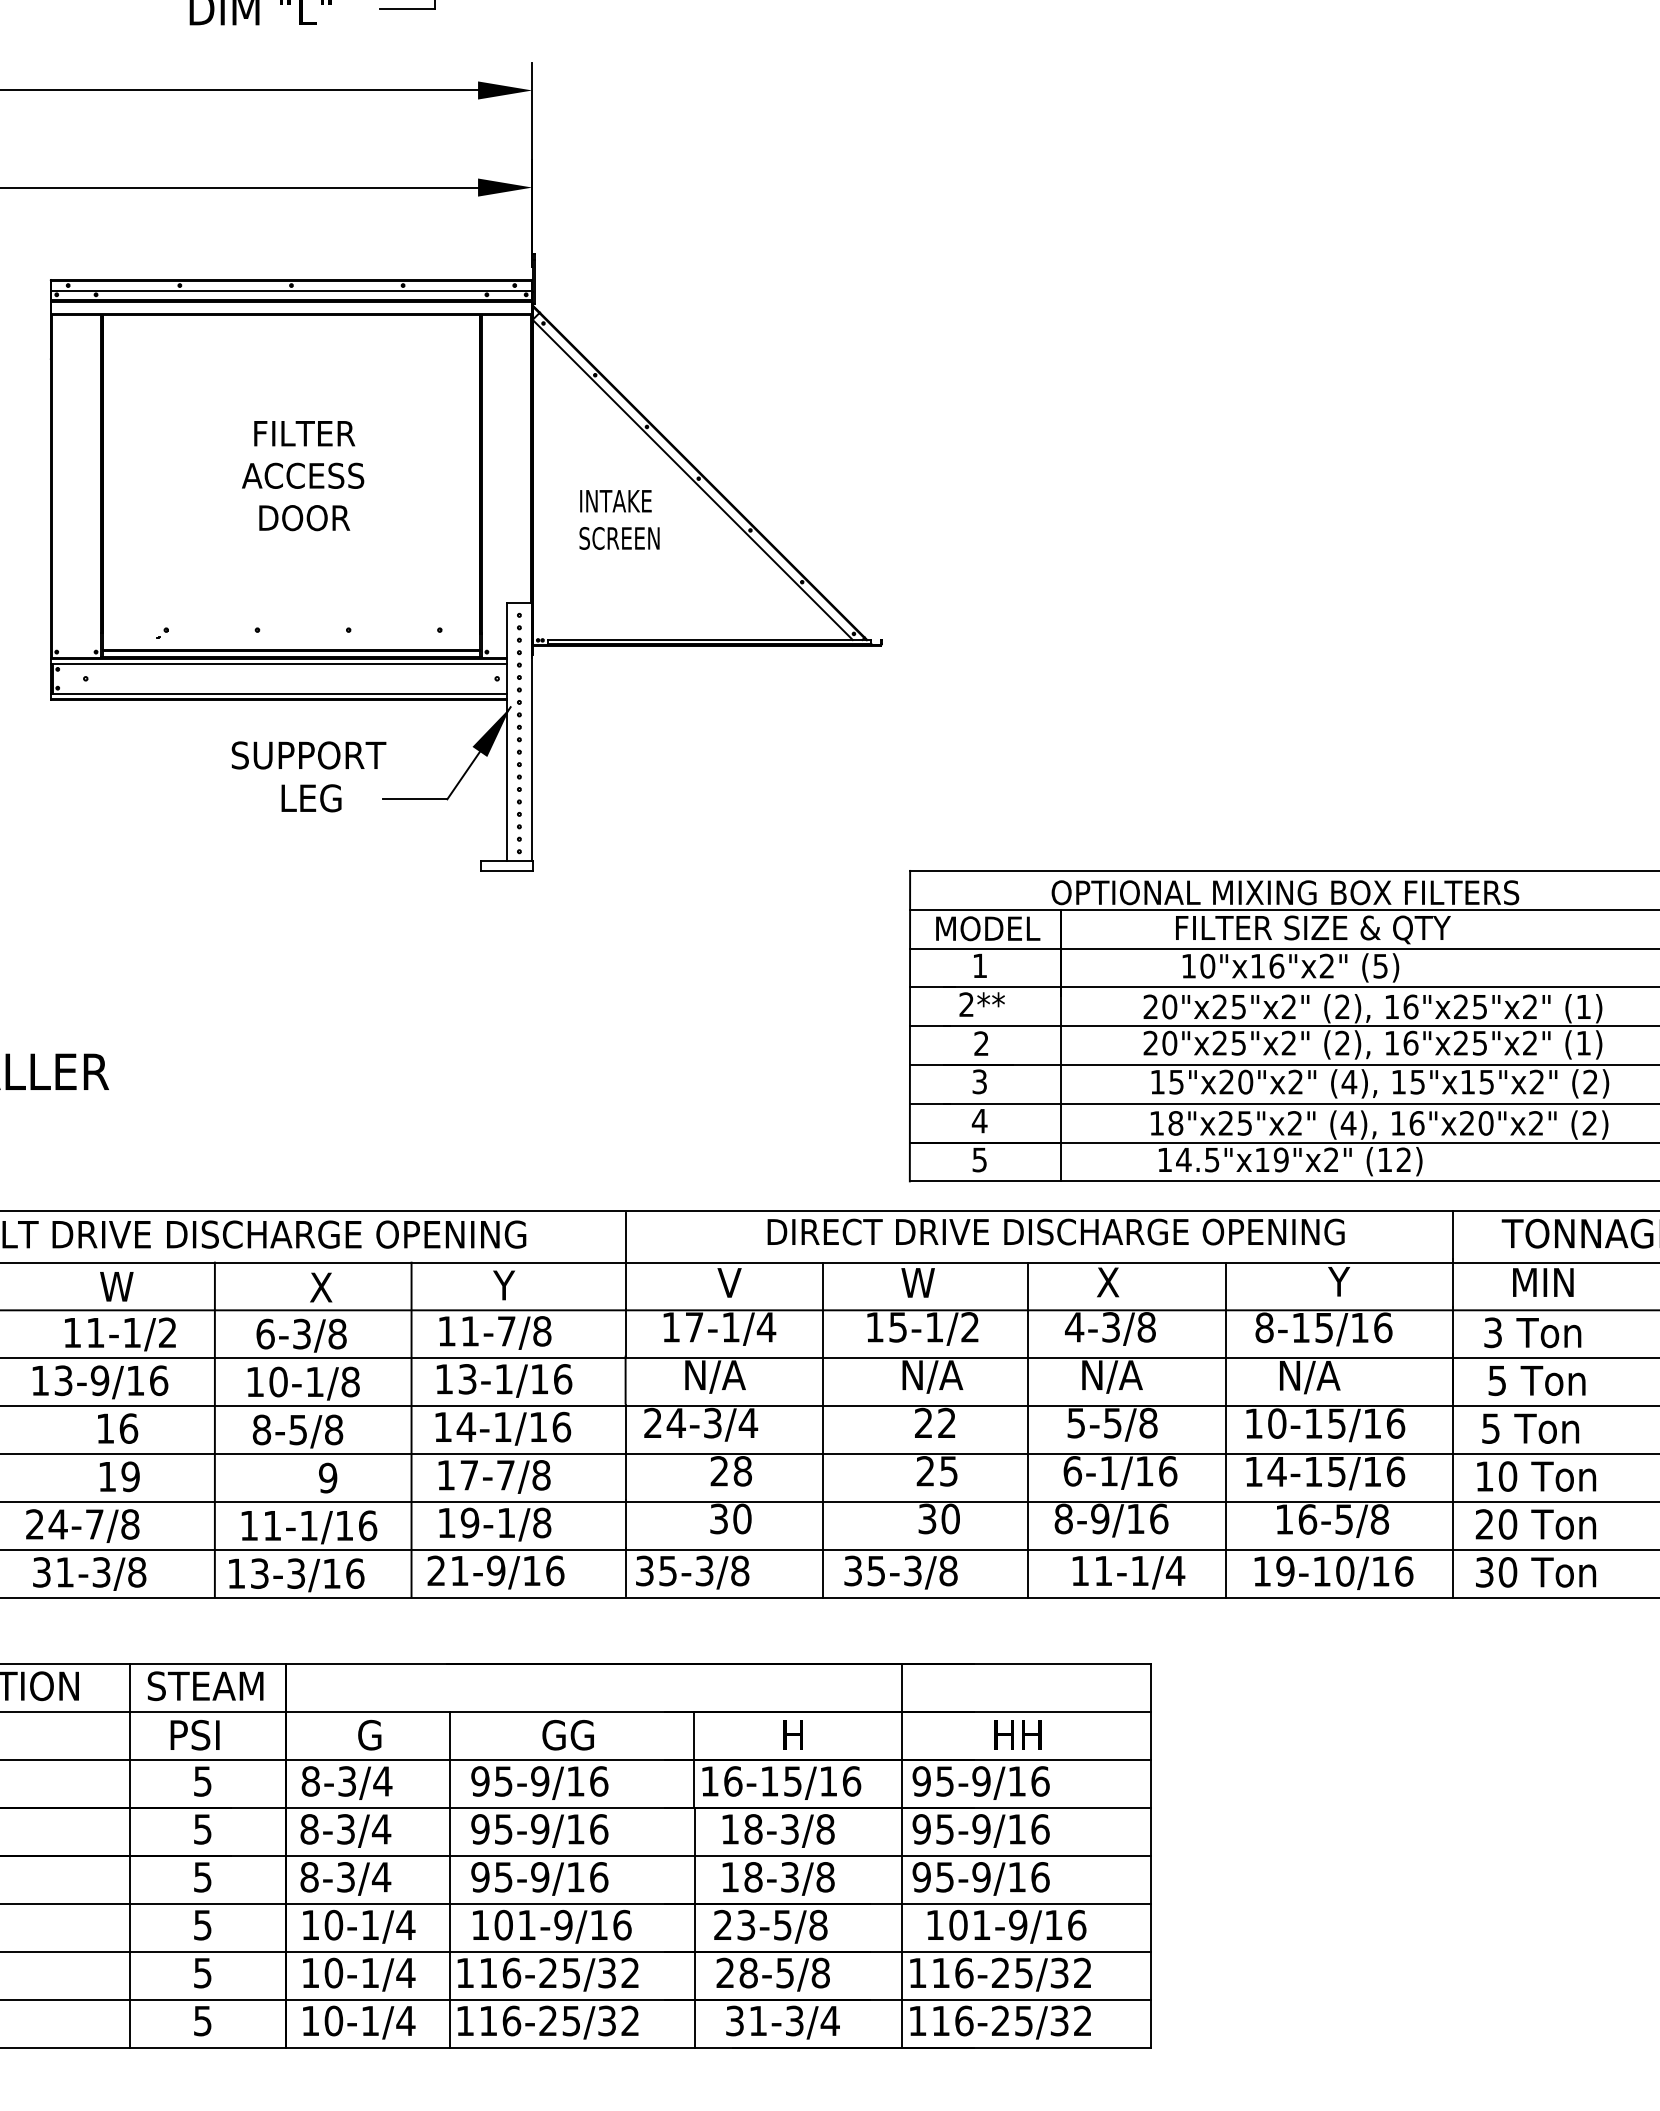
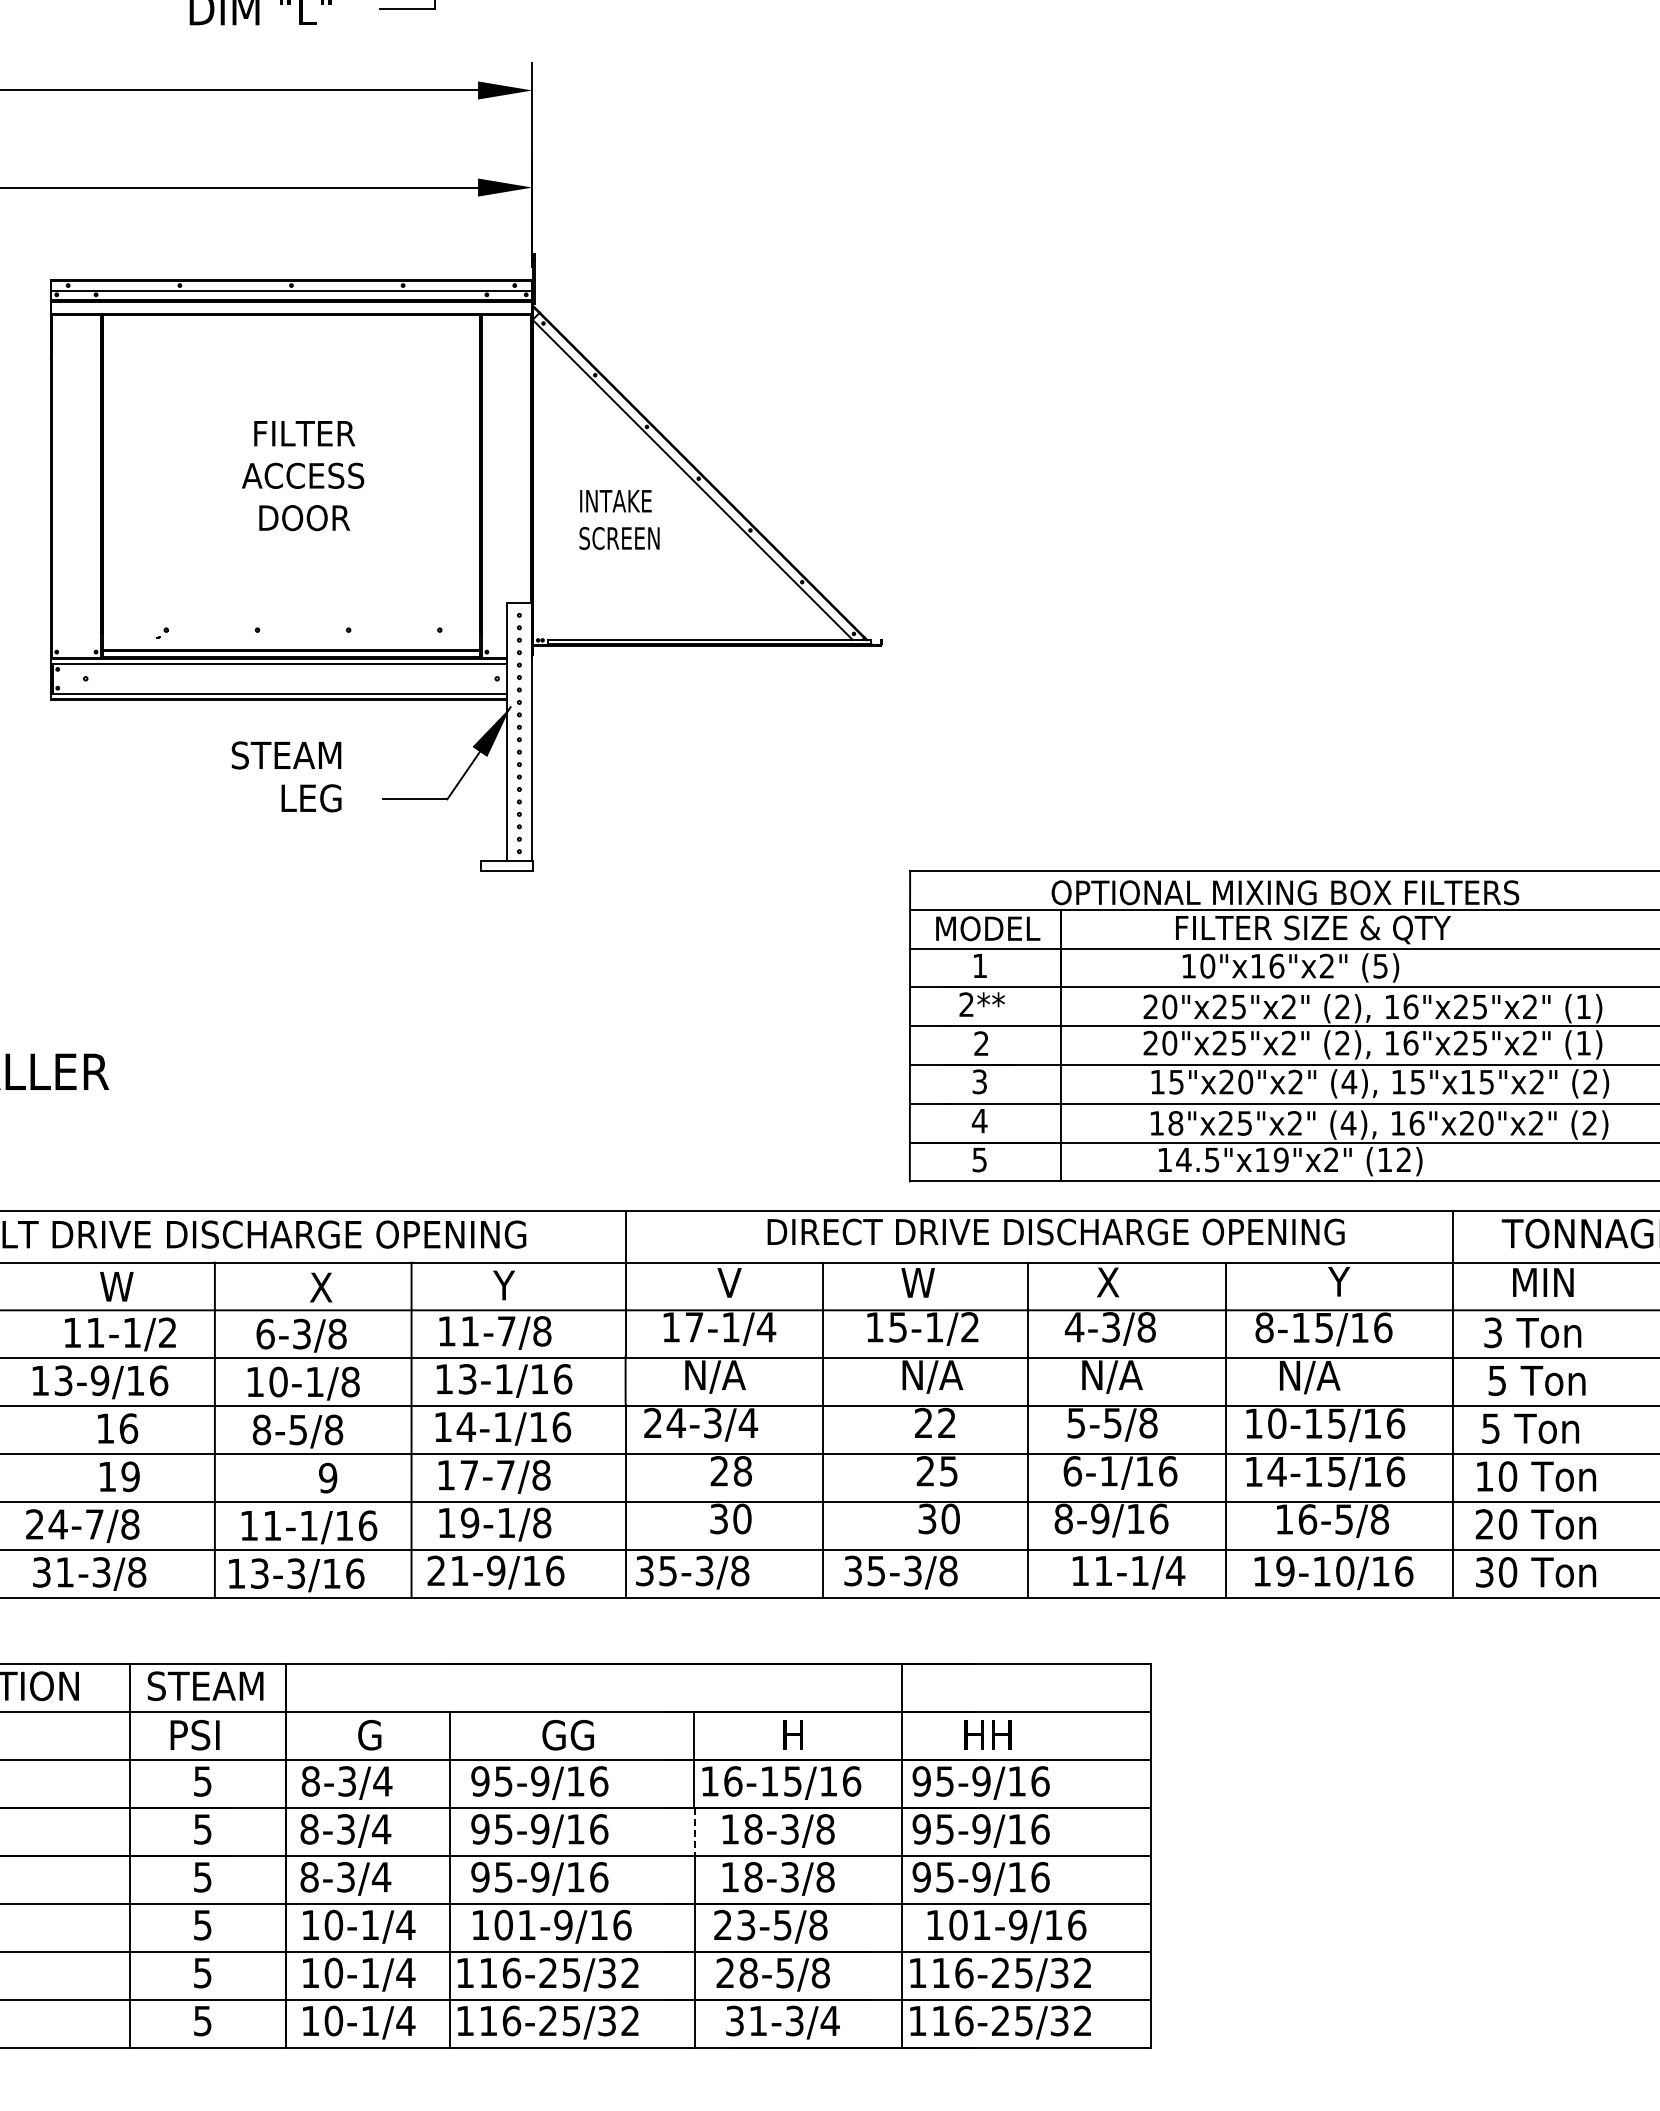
text at (318, 755): SUPPORT -> STEAM
text at (1017, 1734) position: (1017, 1734) -> (987, 1734)
line at (694, 1832): solid -> dashed
